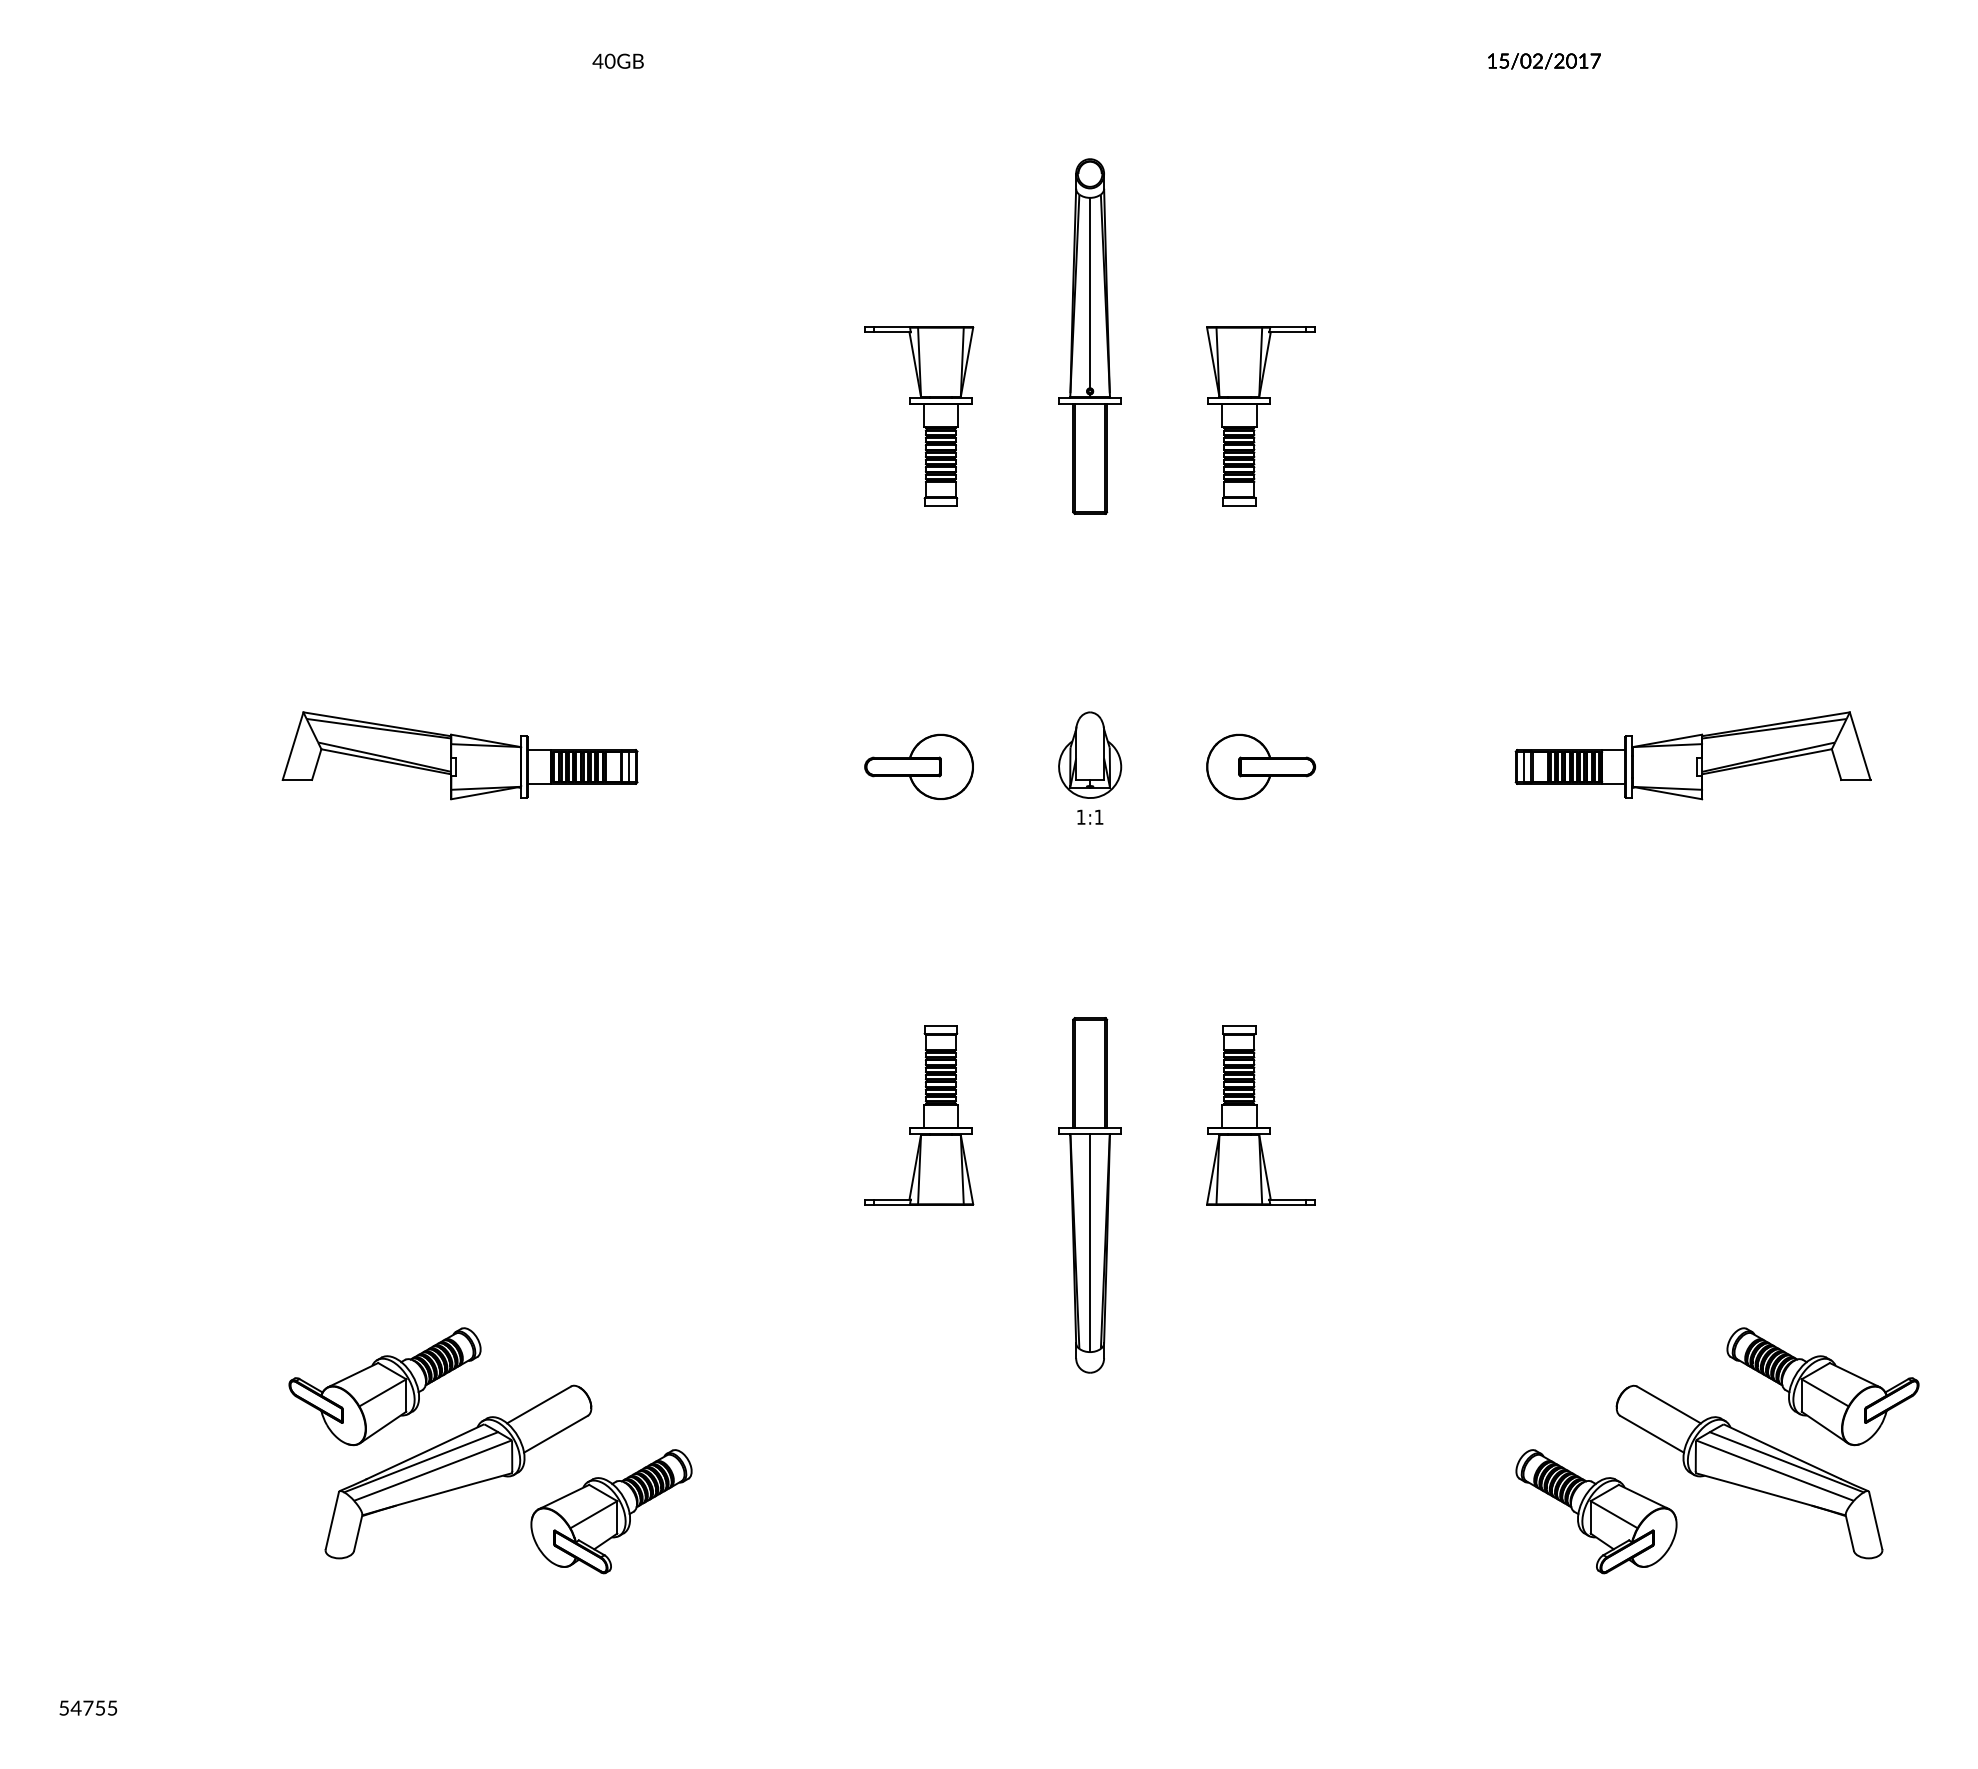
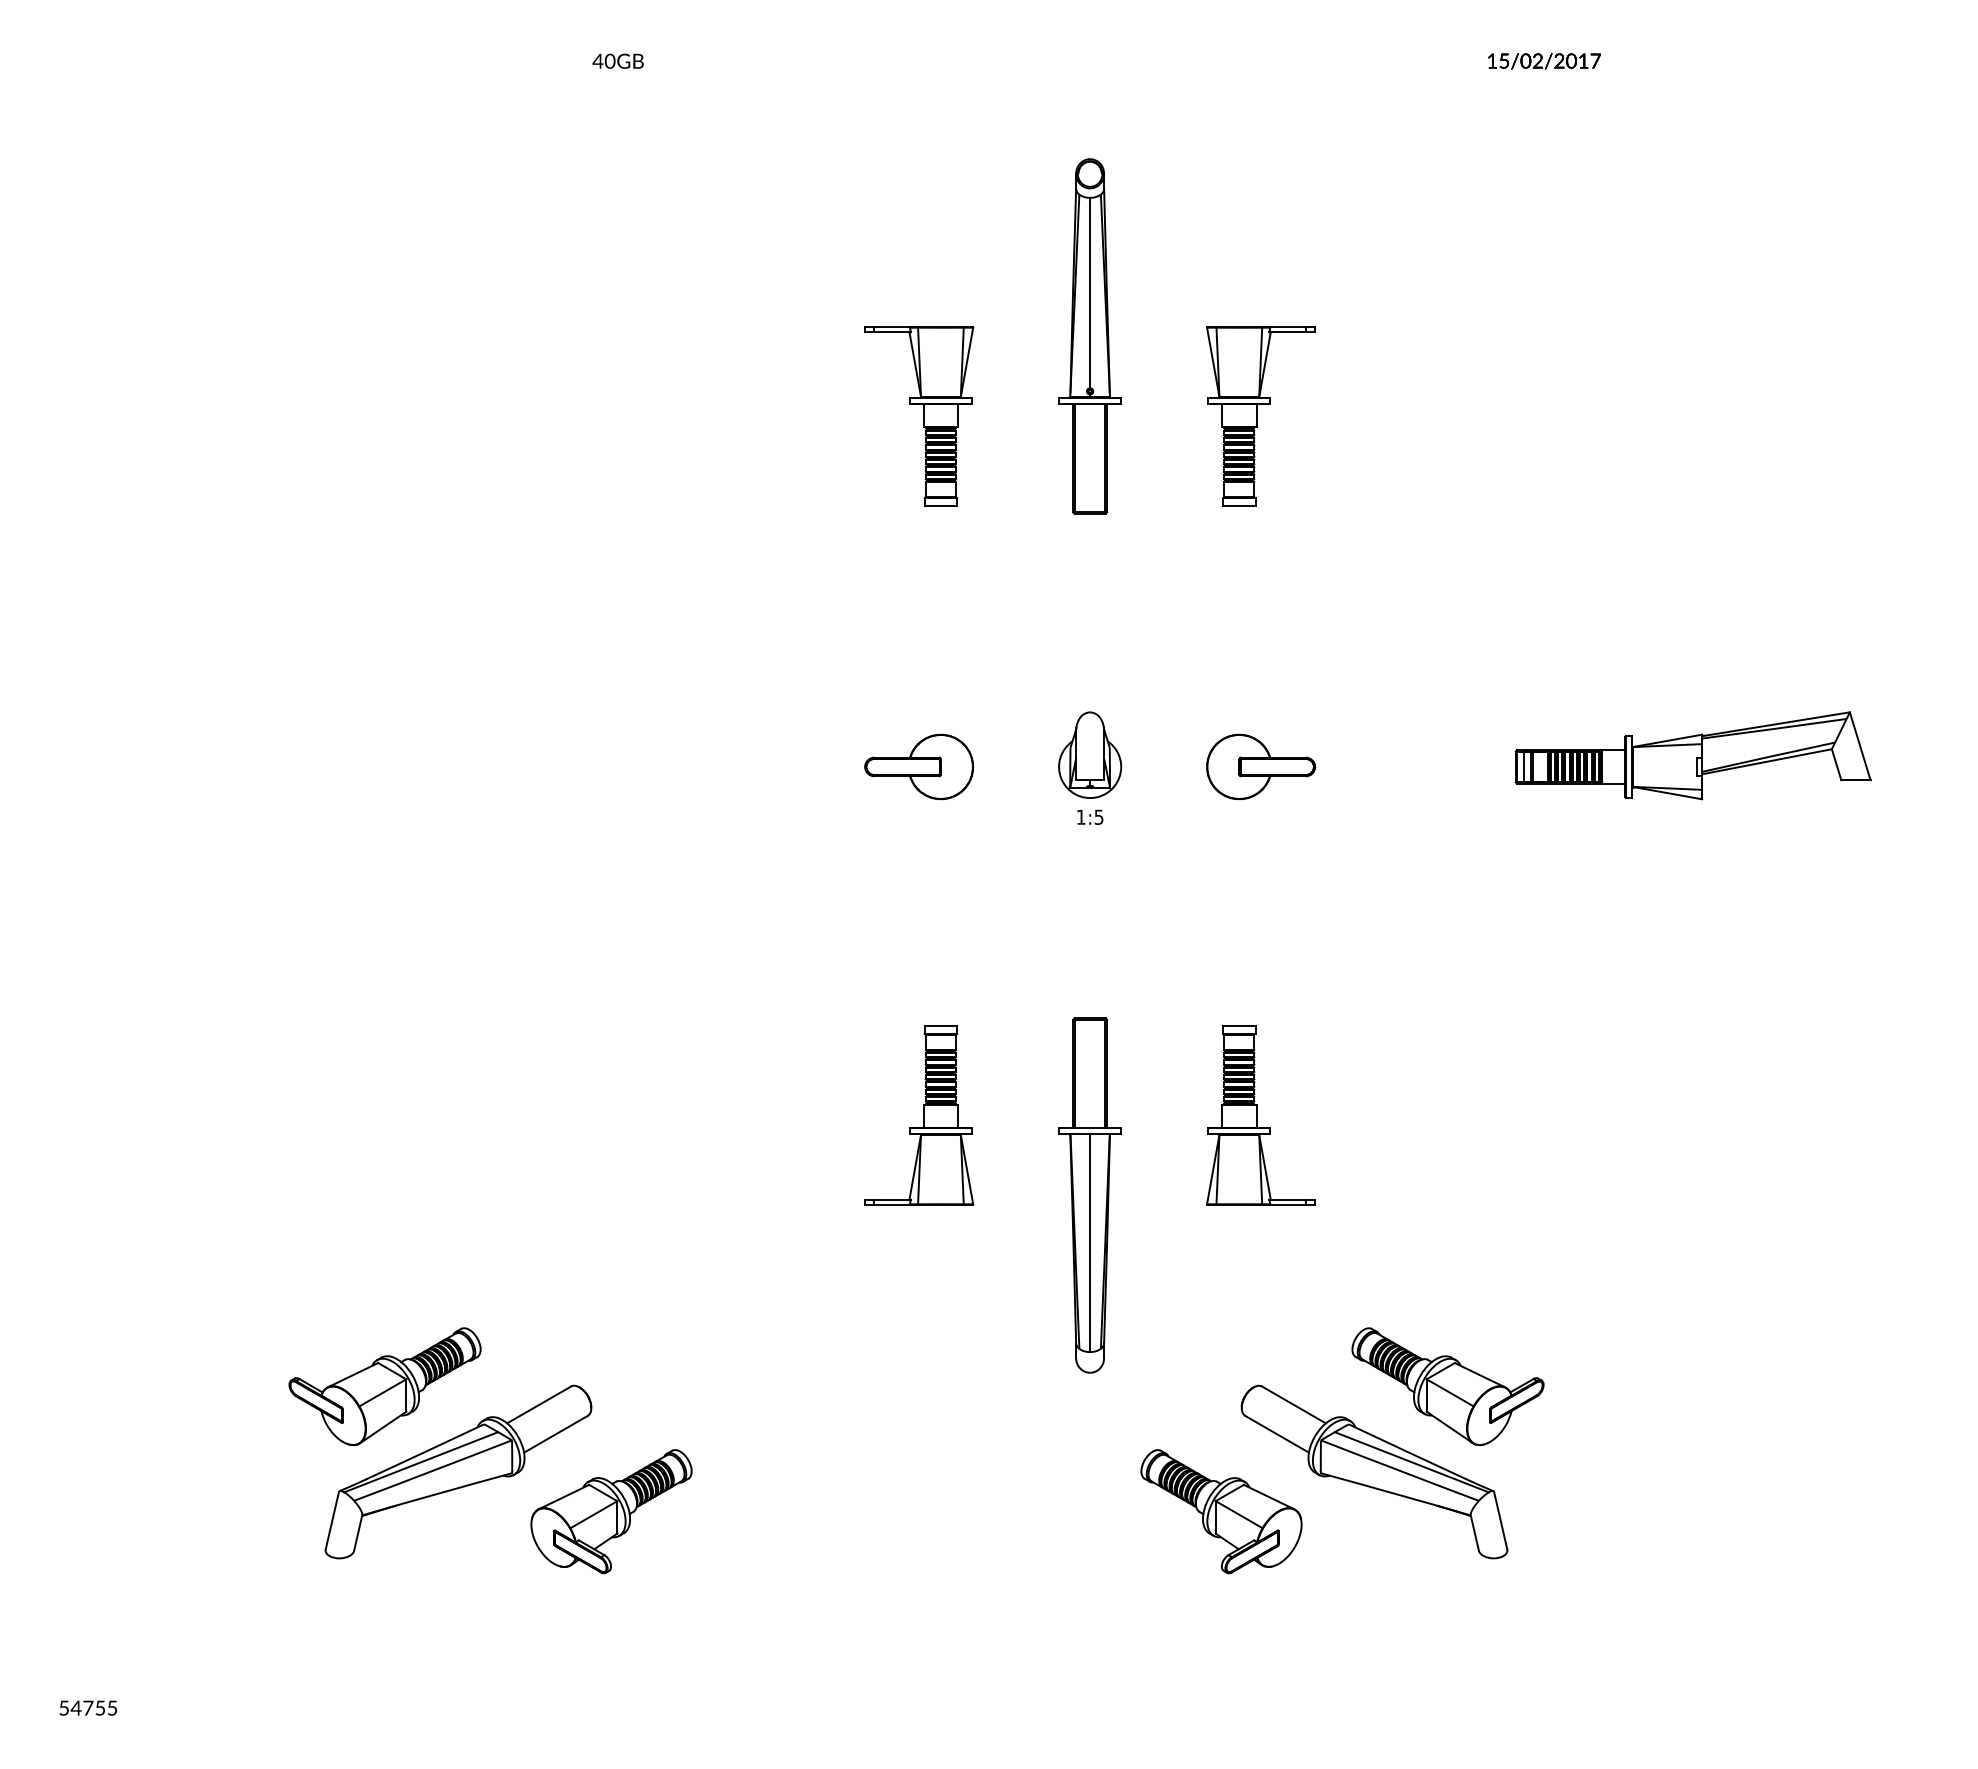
part at (459, 755): present -> none
text at (1098, 816): 1:1 -> 1:5
part at (1717, 1450) position: (1717, 1450) -> (1342, 1450)
